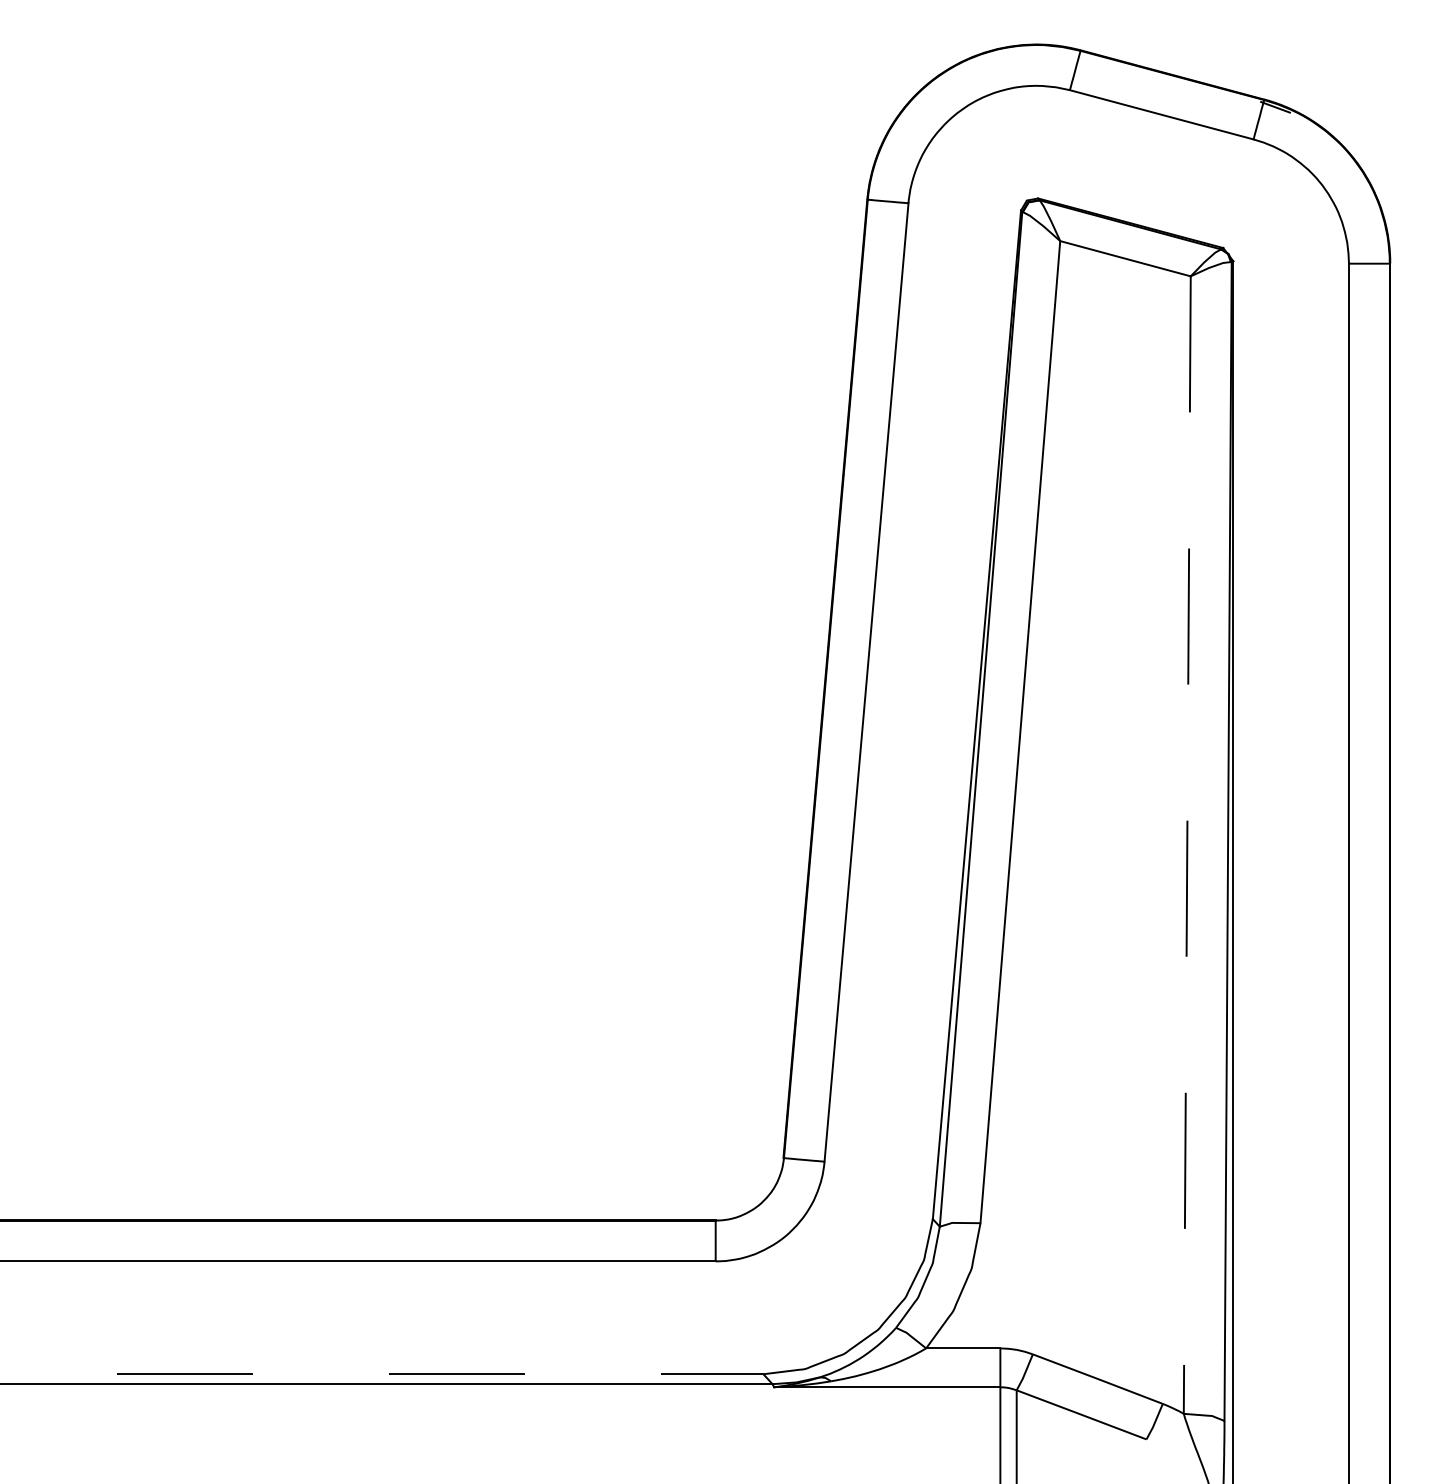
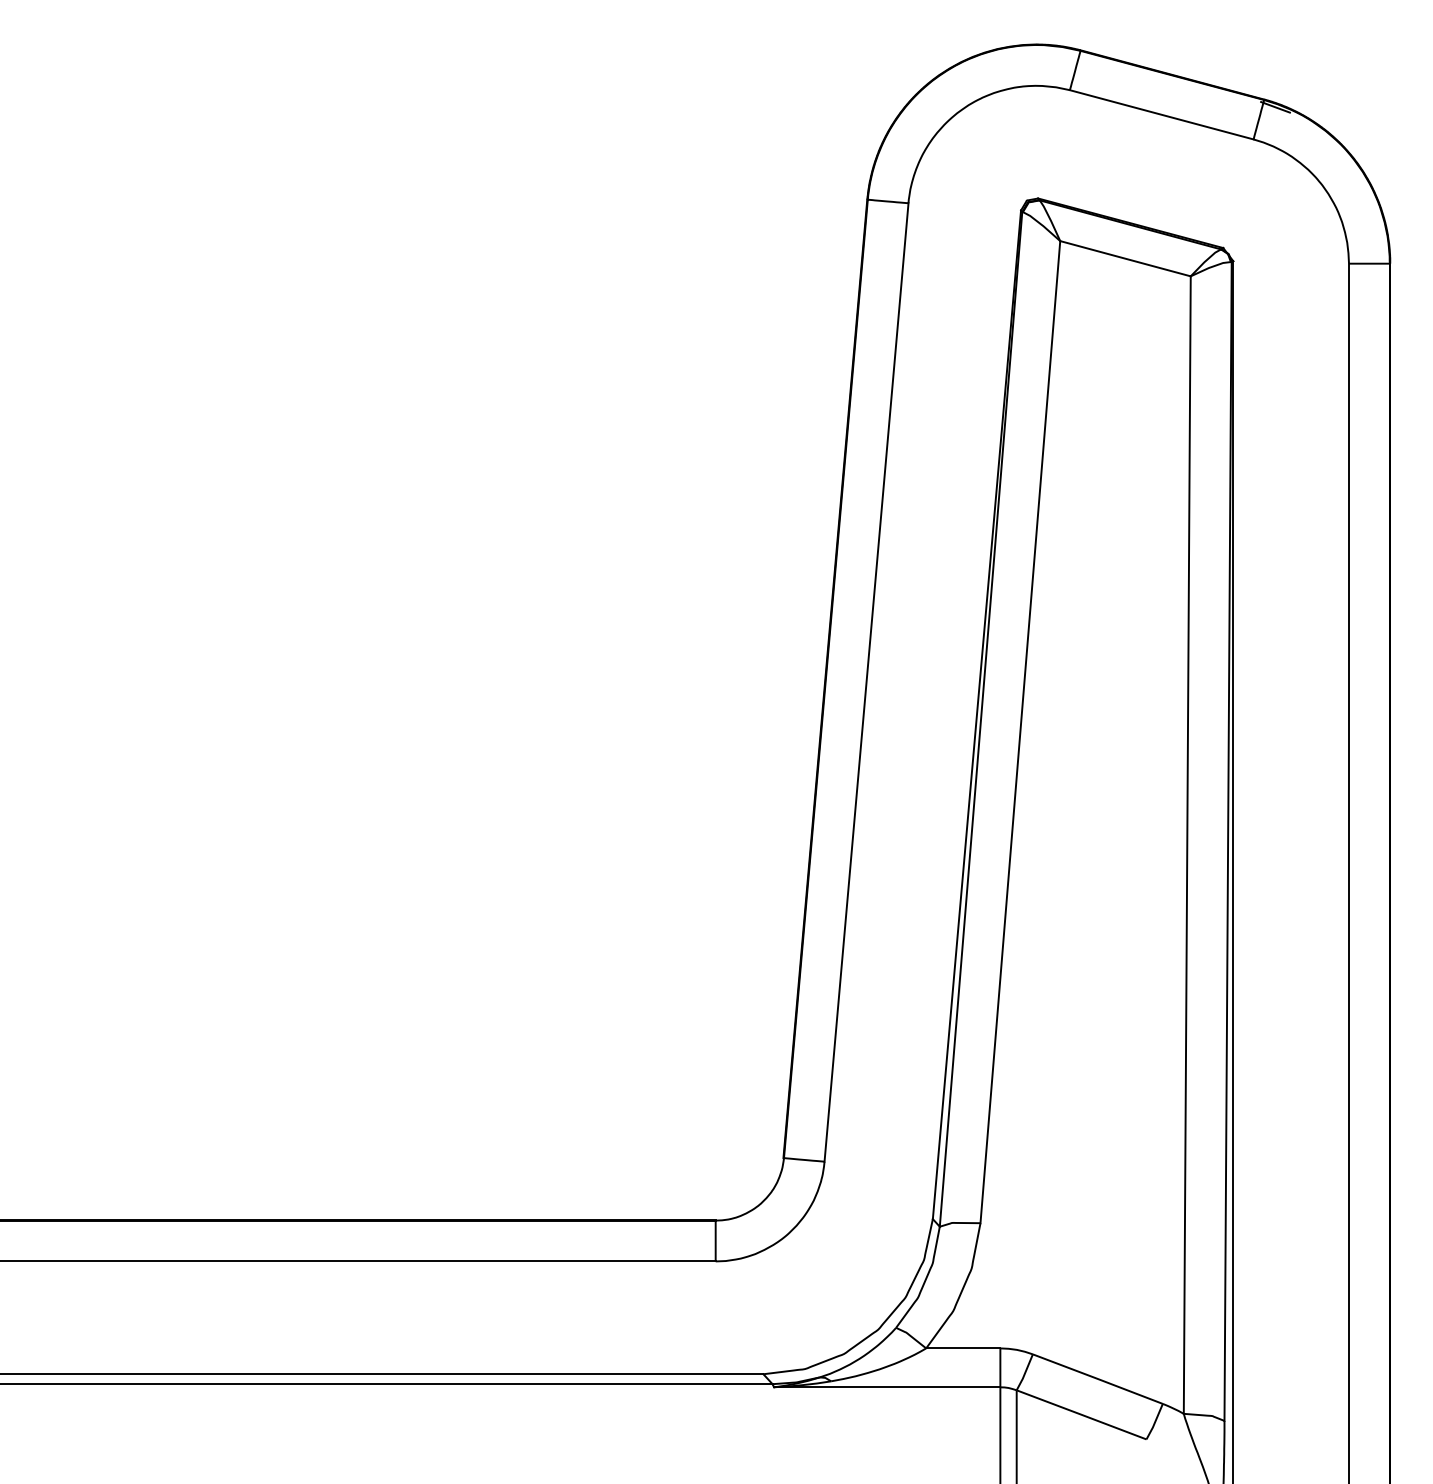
line at (1187, 845): dashed -> solid
line at (382, 1374): dashed -> solid
